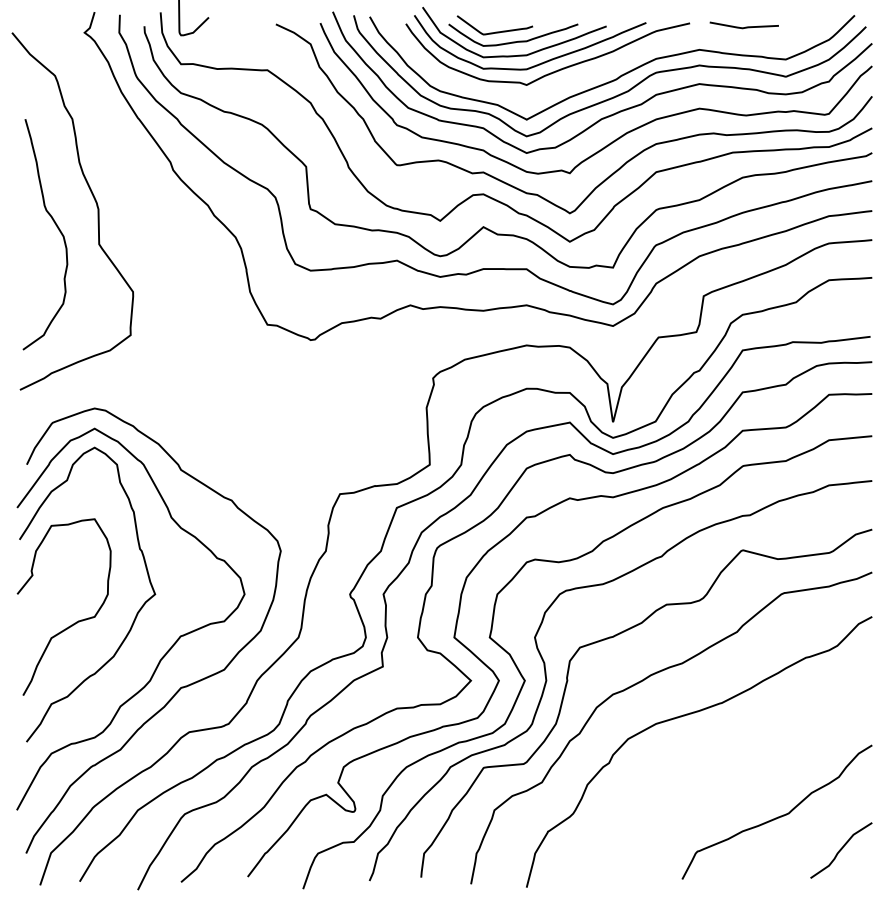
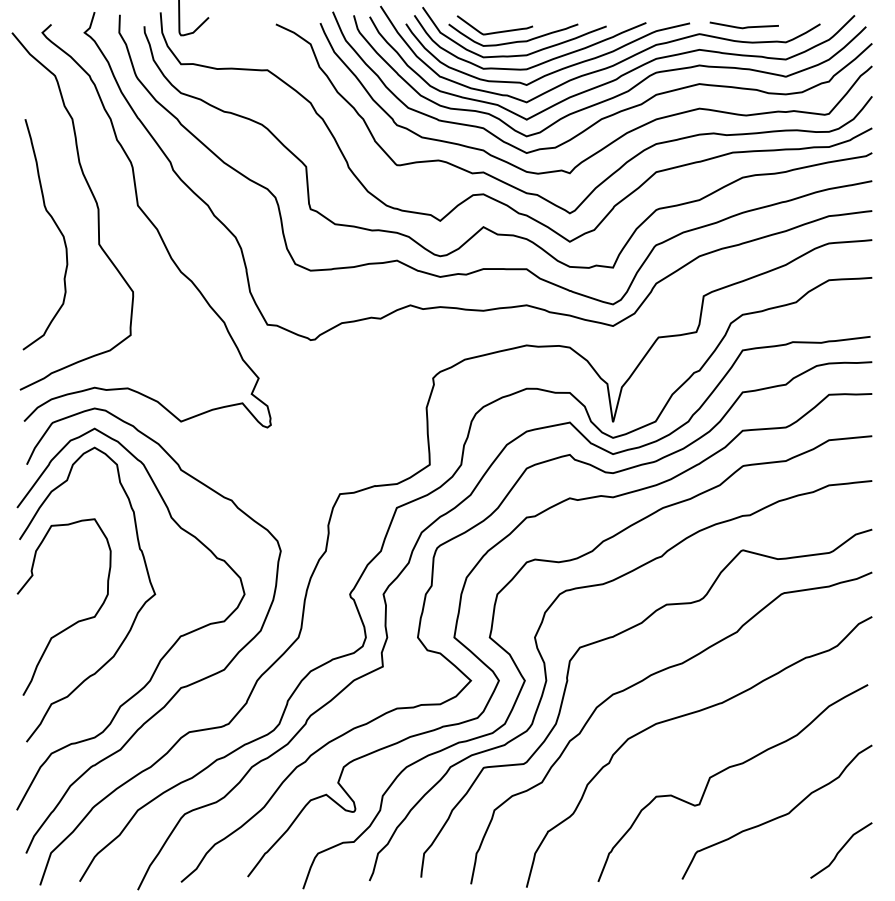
curve at (607, 66): none -> present
curve at (150, 222): none -> present
curve at (725, 770): none -> present
